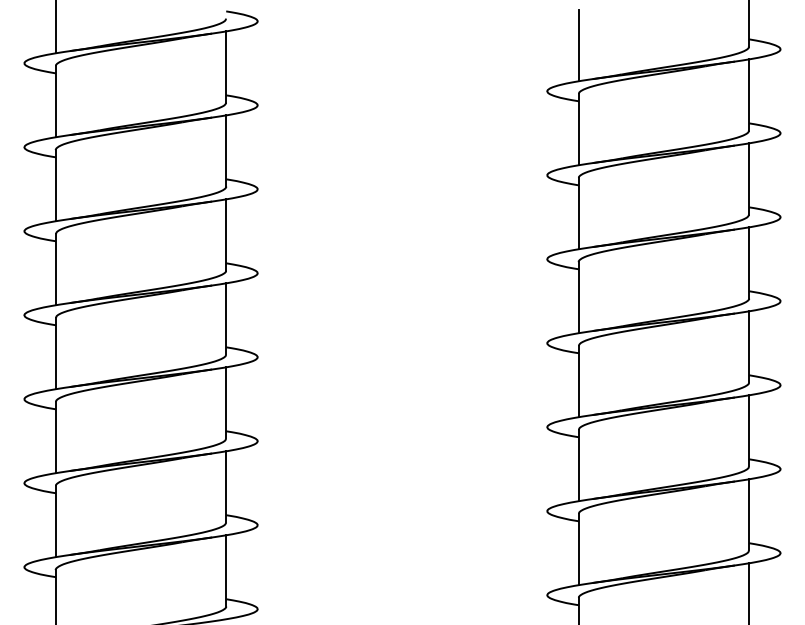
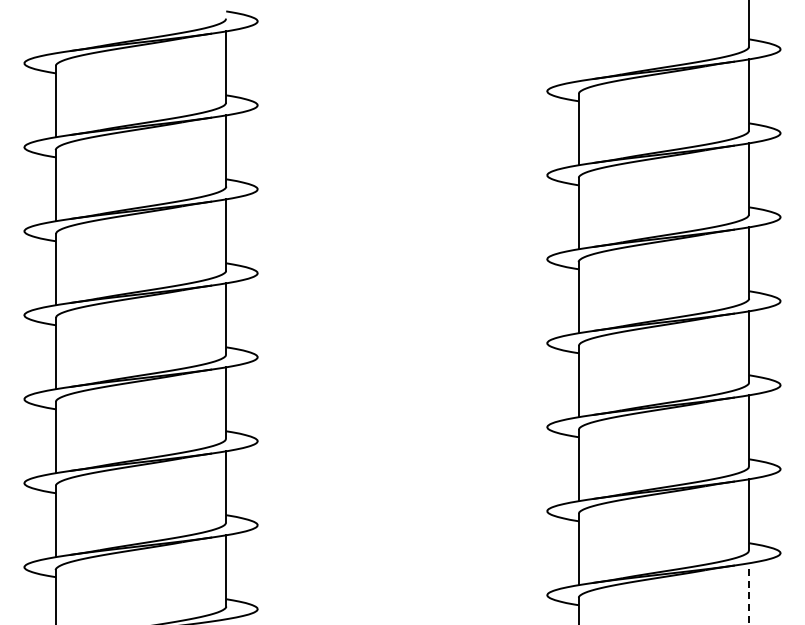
line at (55, 27): present -> none
line at (578, 45): present -> none
line at (749, 593): solid -> dashed
